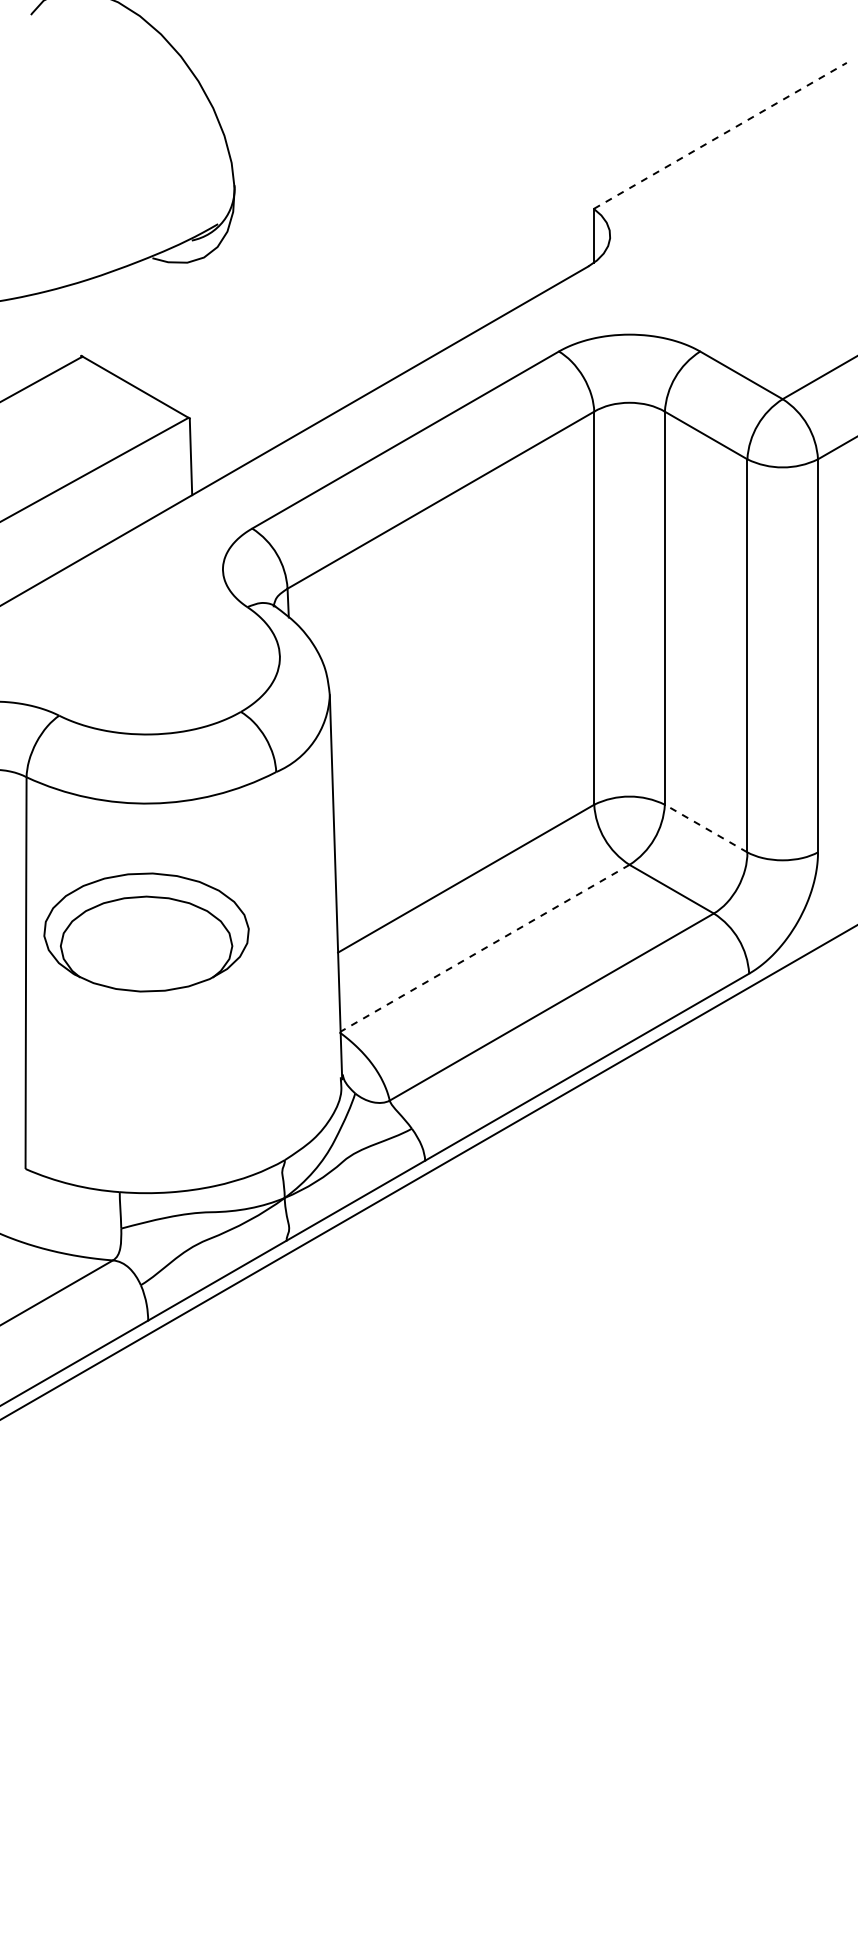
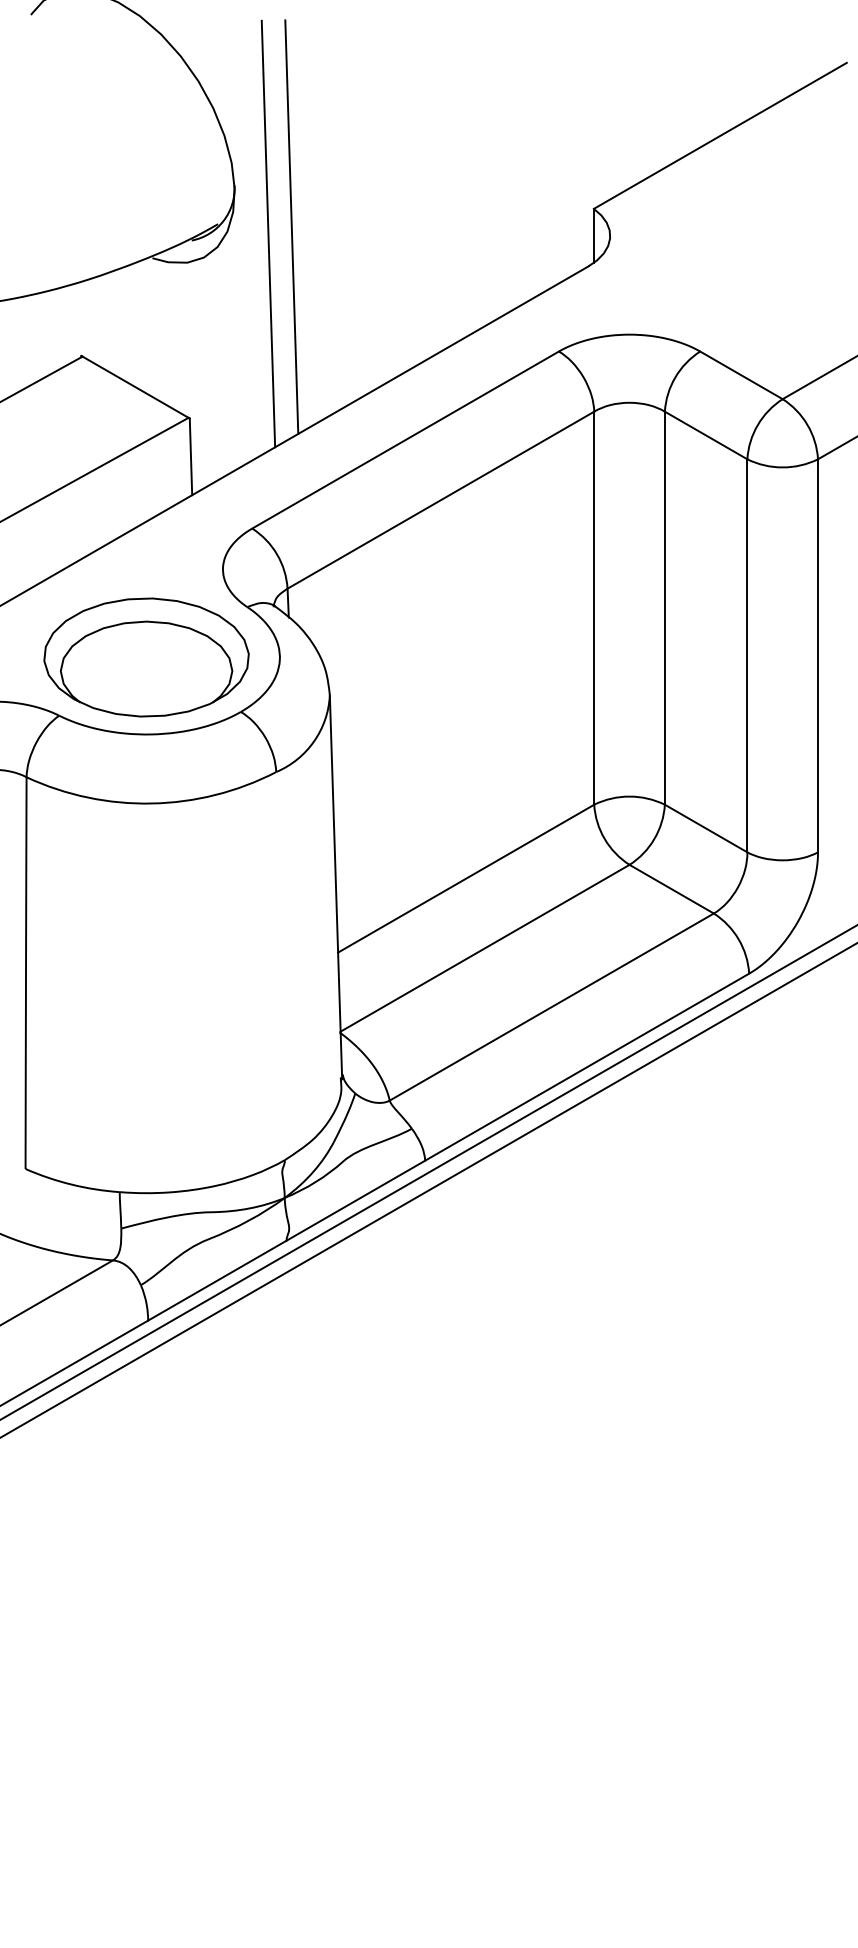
line at (720, 135): dashed -> solid
line at (291, 226): none -> present
line at (268, 233): none -> present
line at (706, 828): dashed -> solid
part at (146, 932) position: (146, 932) -> (146, 657)
line at (485, 948): dashed -> solid
line at (428, 1190): none -> present
